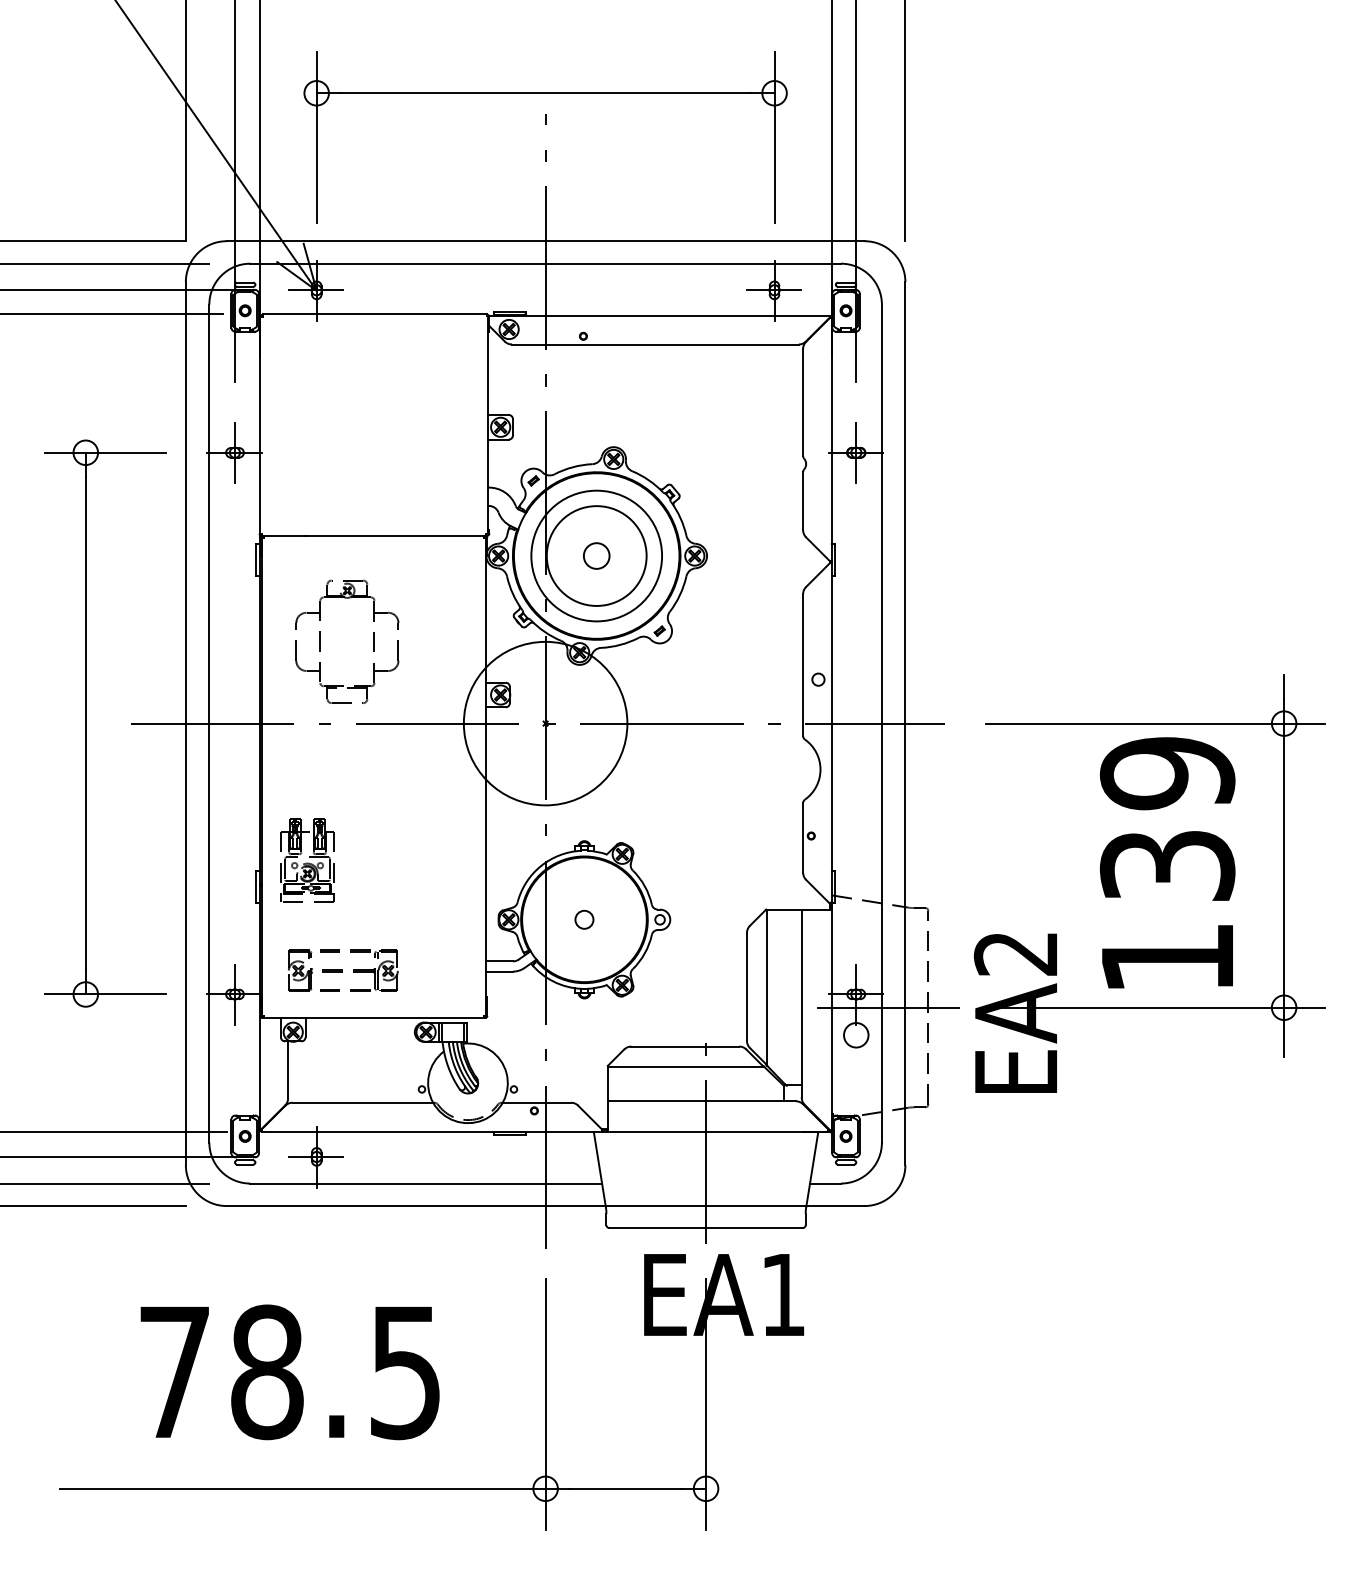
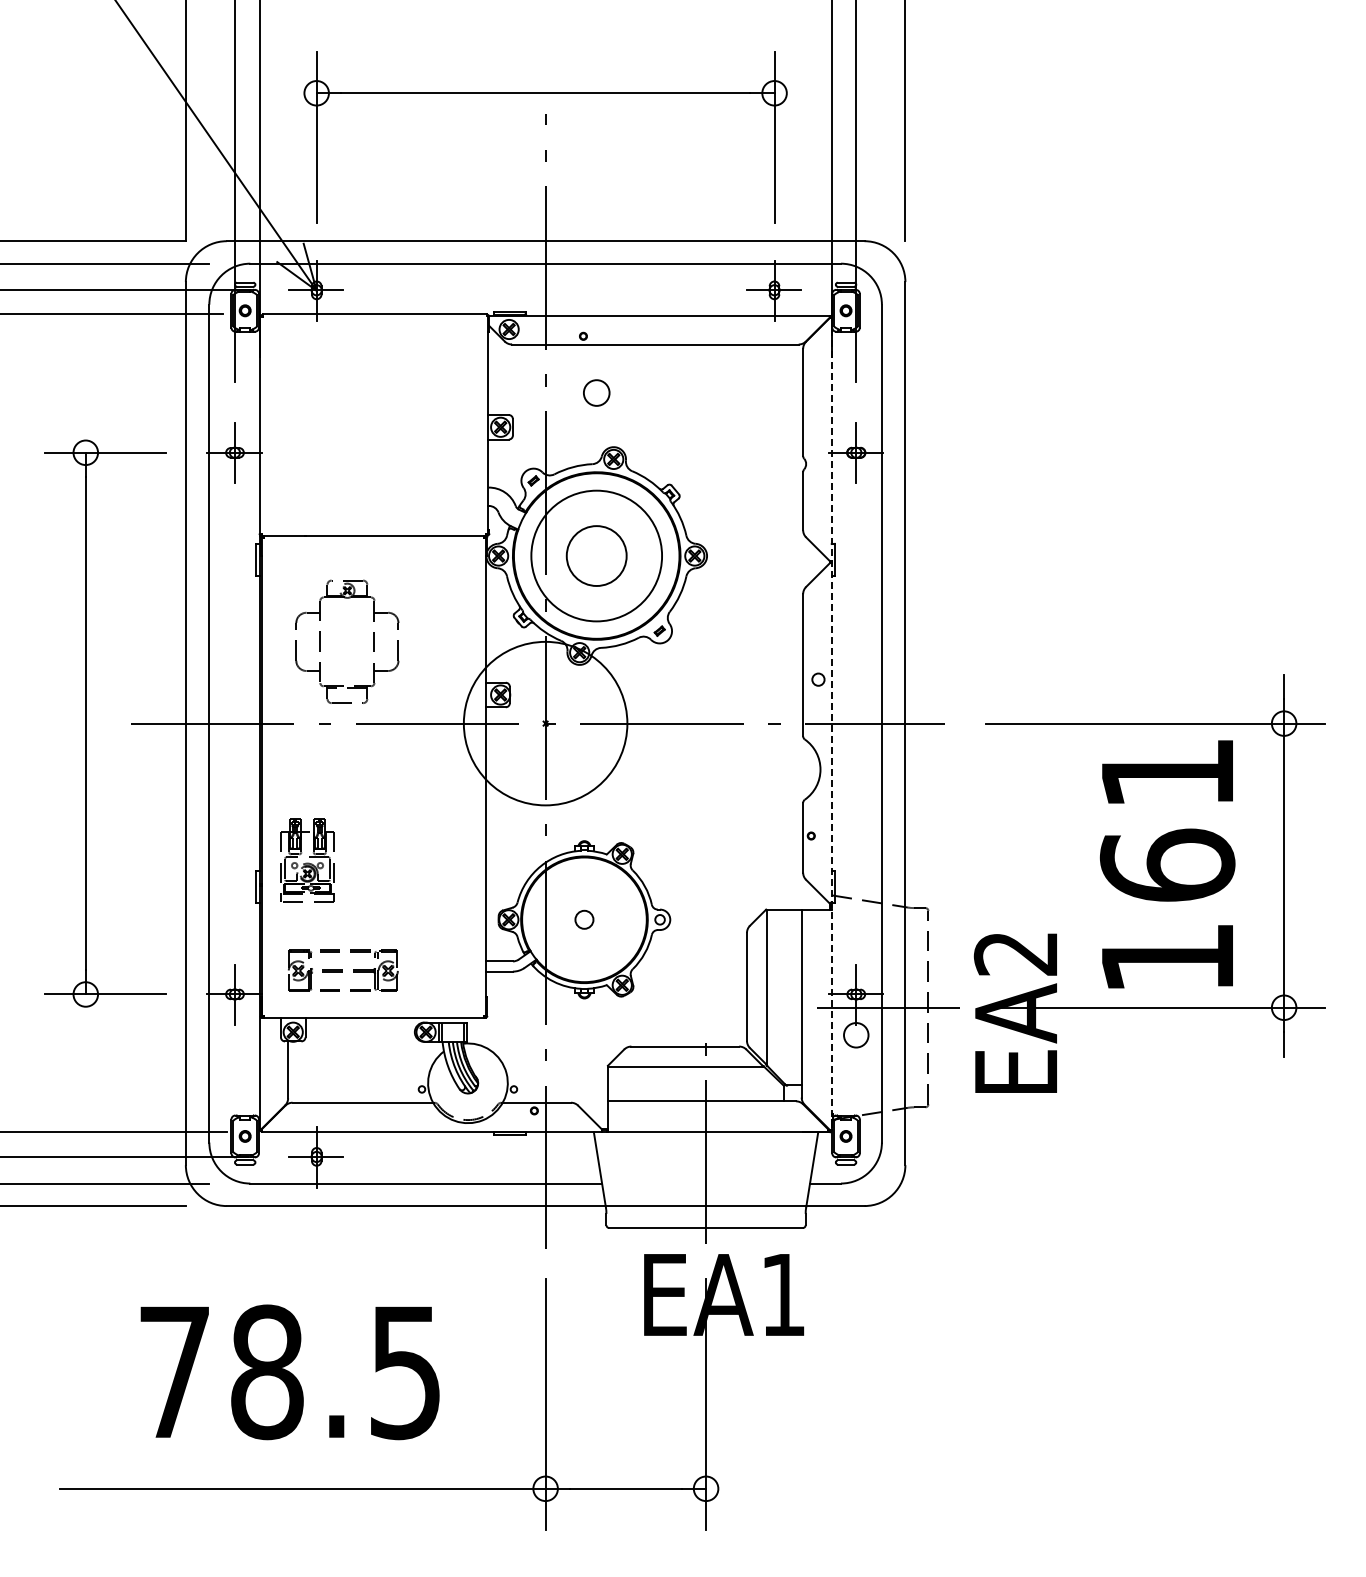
circle at (596, 555) diameter: 100 px -> 60 px
circle at (596, 555) position: (596, 555) -> (596, 392)
line at (831, 724): solid -> dashed
text at (1167, 819): 139 -> 161
